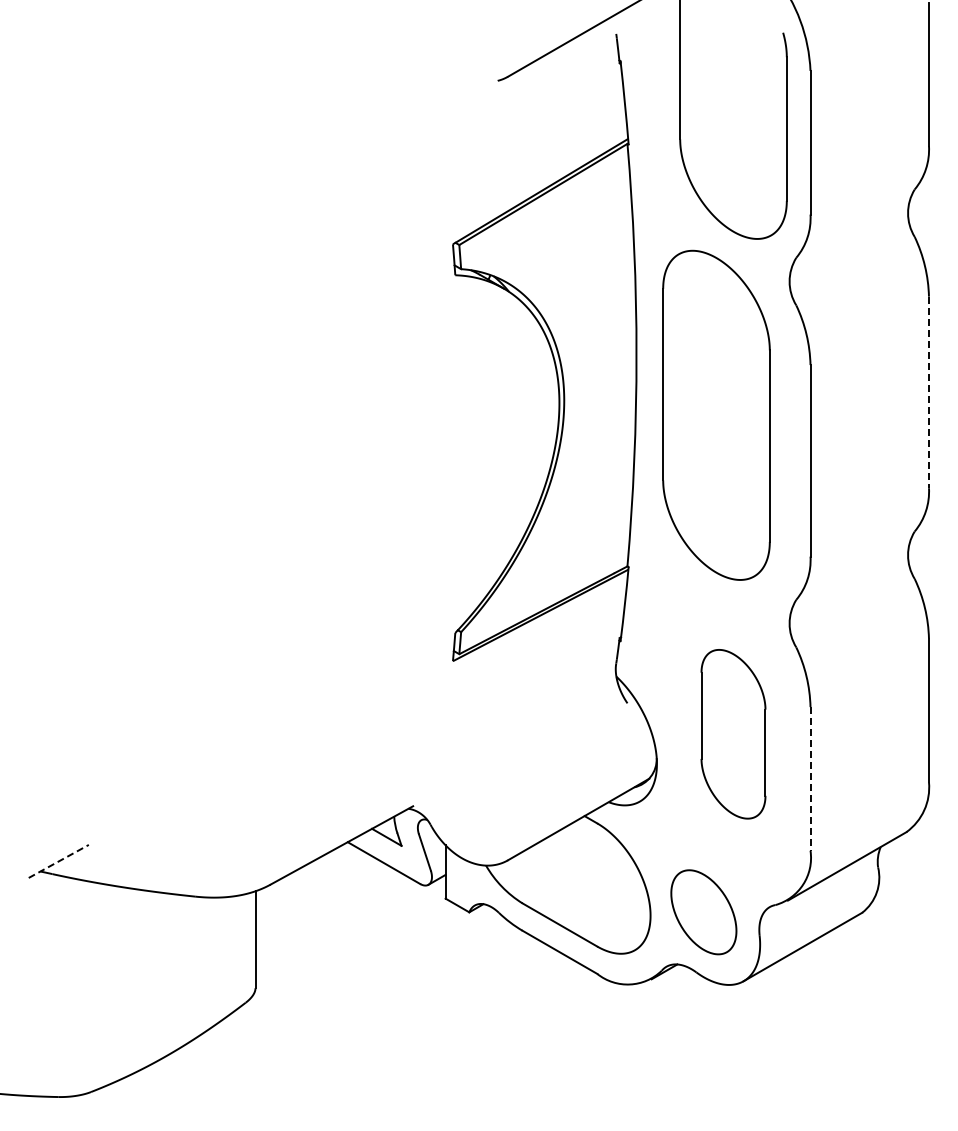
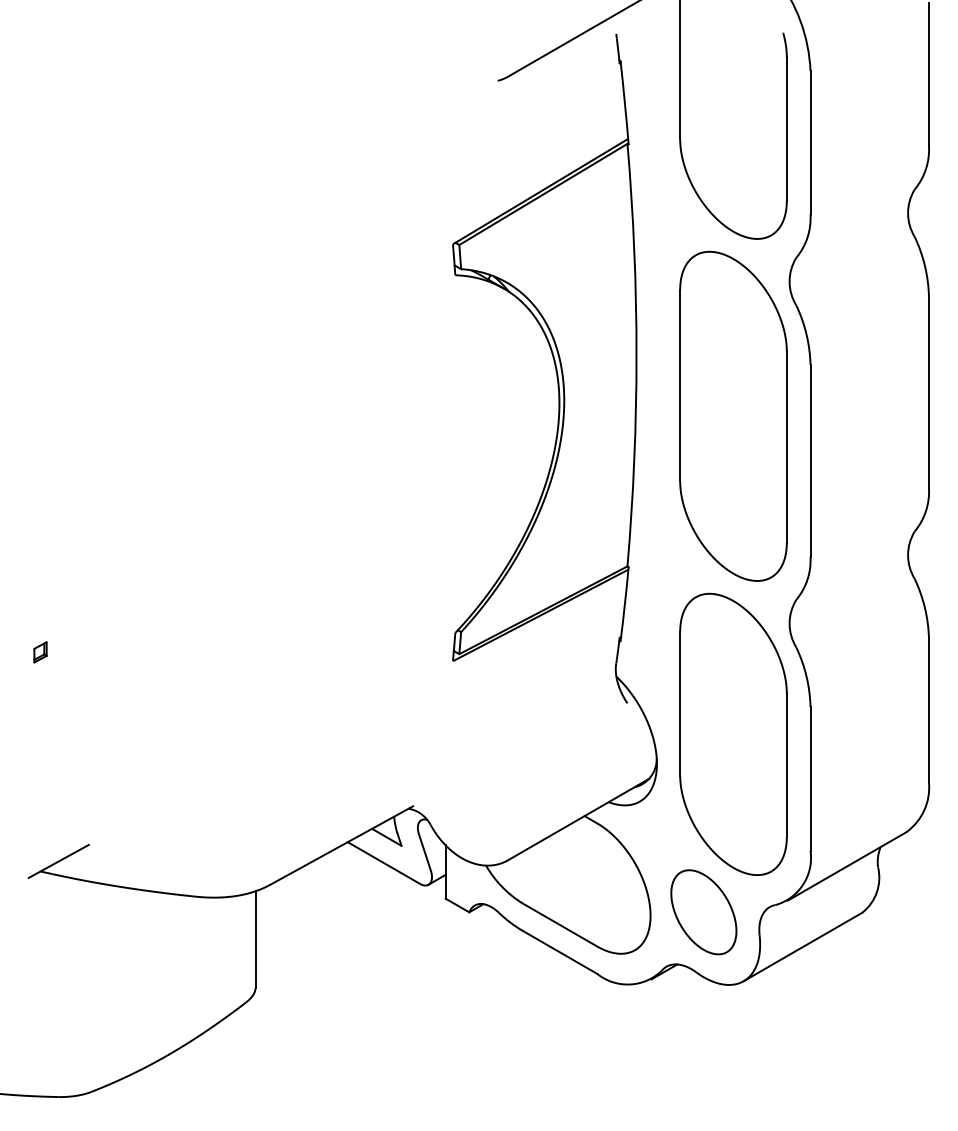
line at (928, 392): dashed -> solid
part at (716, 414) position: (716, 414) -> (733, 415)
part at (40, 652): none -> present
part at (733, 734) size: 67x171 px -> 109x284 px
line at (810, 778): dashed -> solid
line at (59, 861): dashed -> solid
